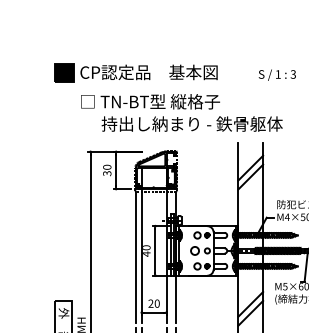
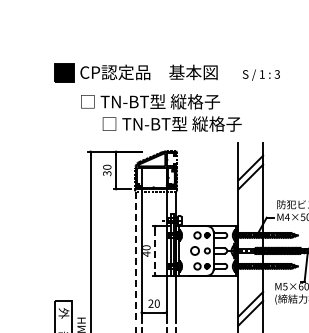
text at (276, 74) position: (276, 74) -> (260, 74)
text at (191, 123): 持出し納まり - 鉄骨躯体 -> □ TN-BT型 縦格子
line at (155, 251): solid -> dashed
line at (135, 257): solid -> dashed
